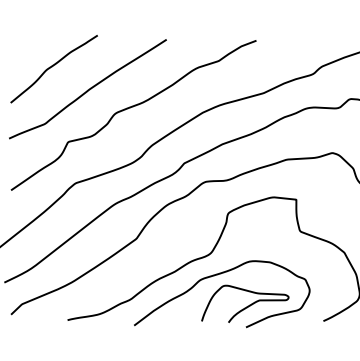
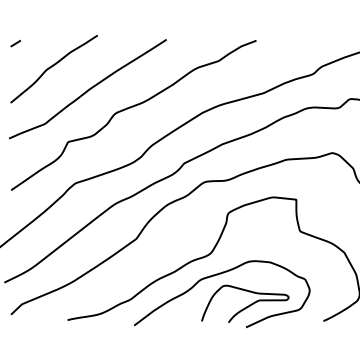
curve at (15, 43): none -> present
